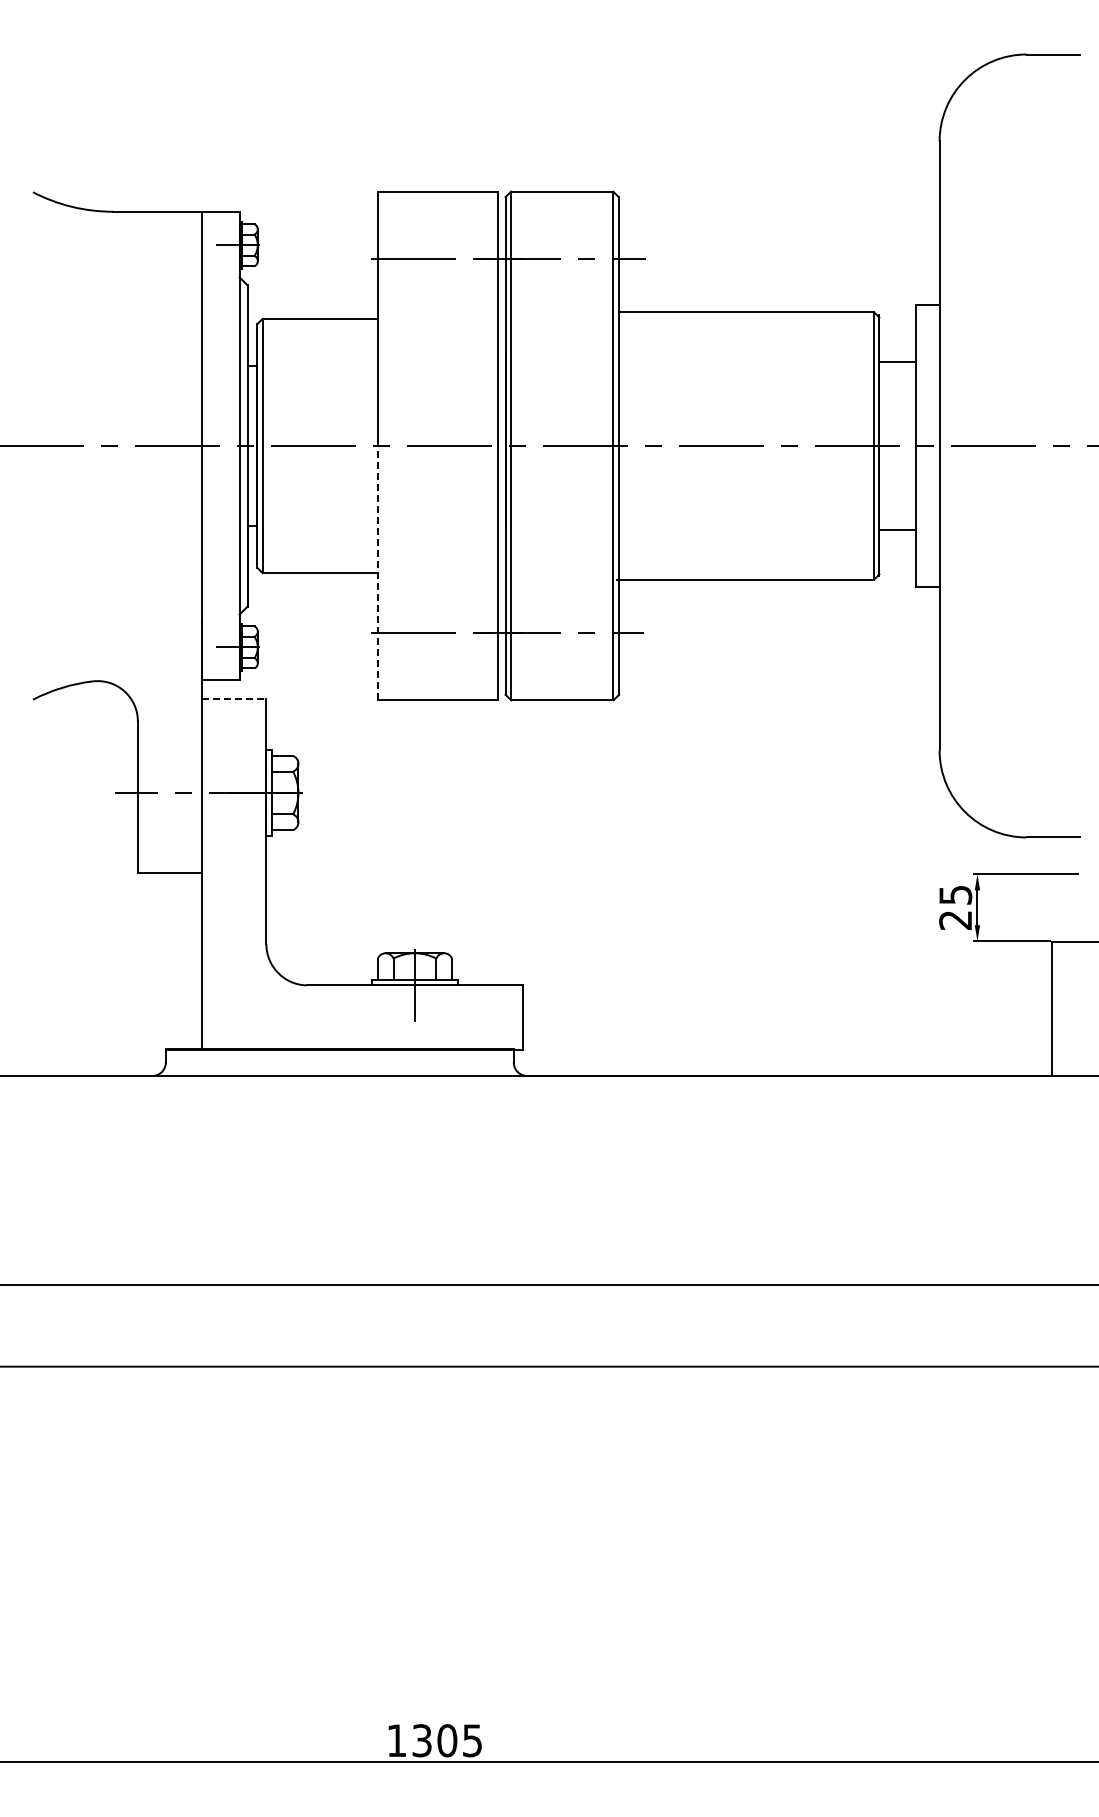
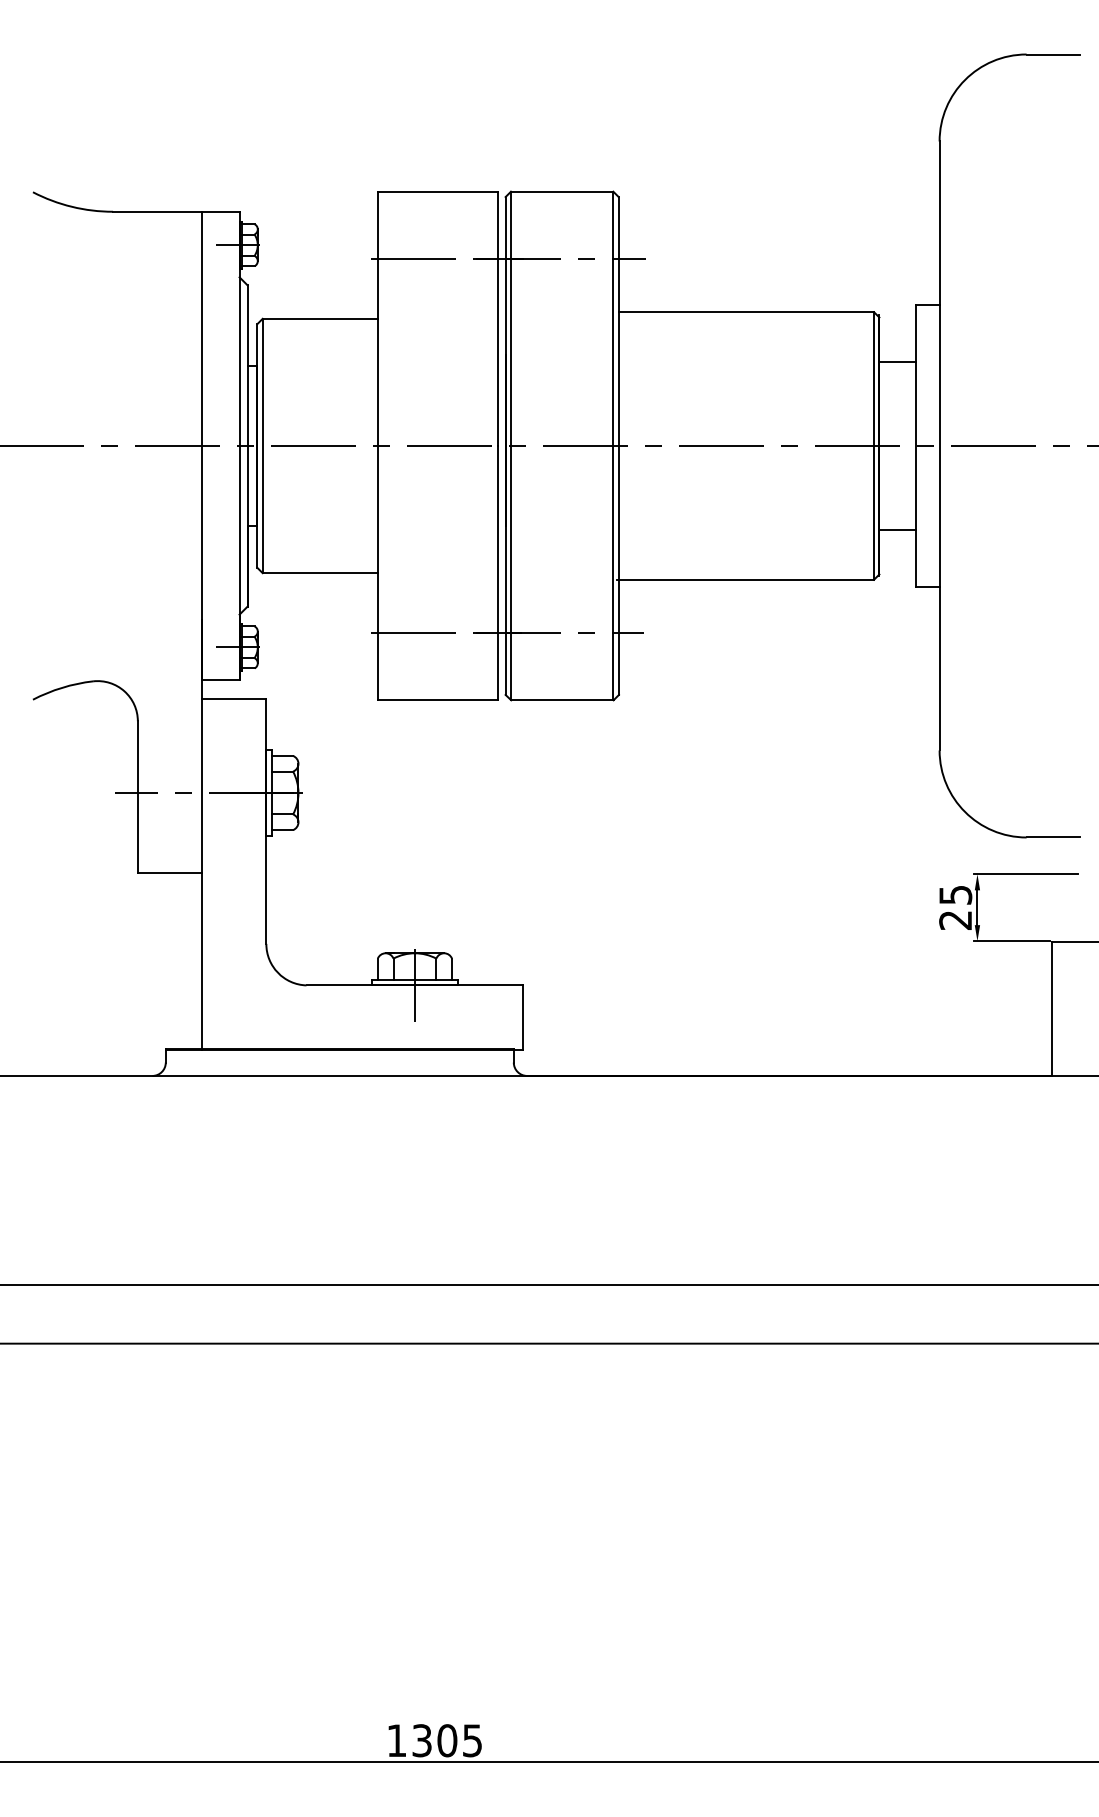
line at (377, 572): dashed -> solid
line at (234, 698): dashed -> solid
line at (548, 1366) position: (548, 1366) -> (548, 1343)
